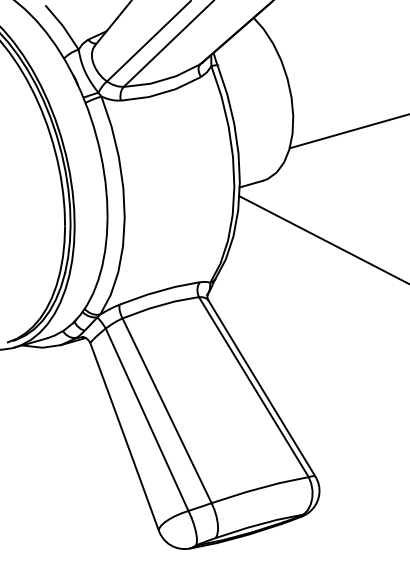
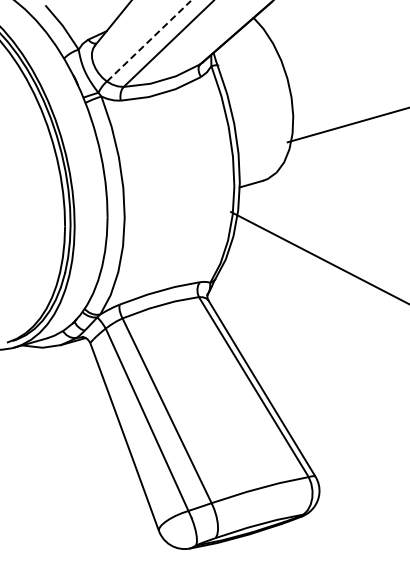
line at (149, 40): solid -> dashed
line at (347, 131) position: (347, 131) -> (346, 125)
line at (322, 239) position: (322, 239) -> (318, 257)
